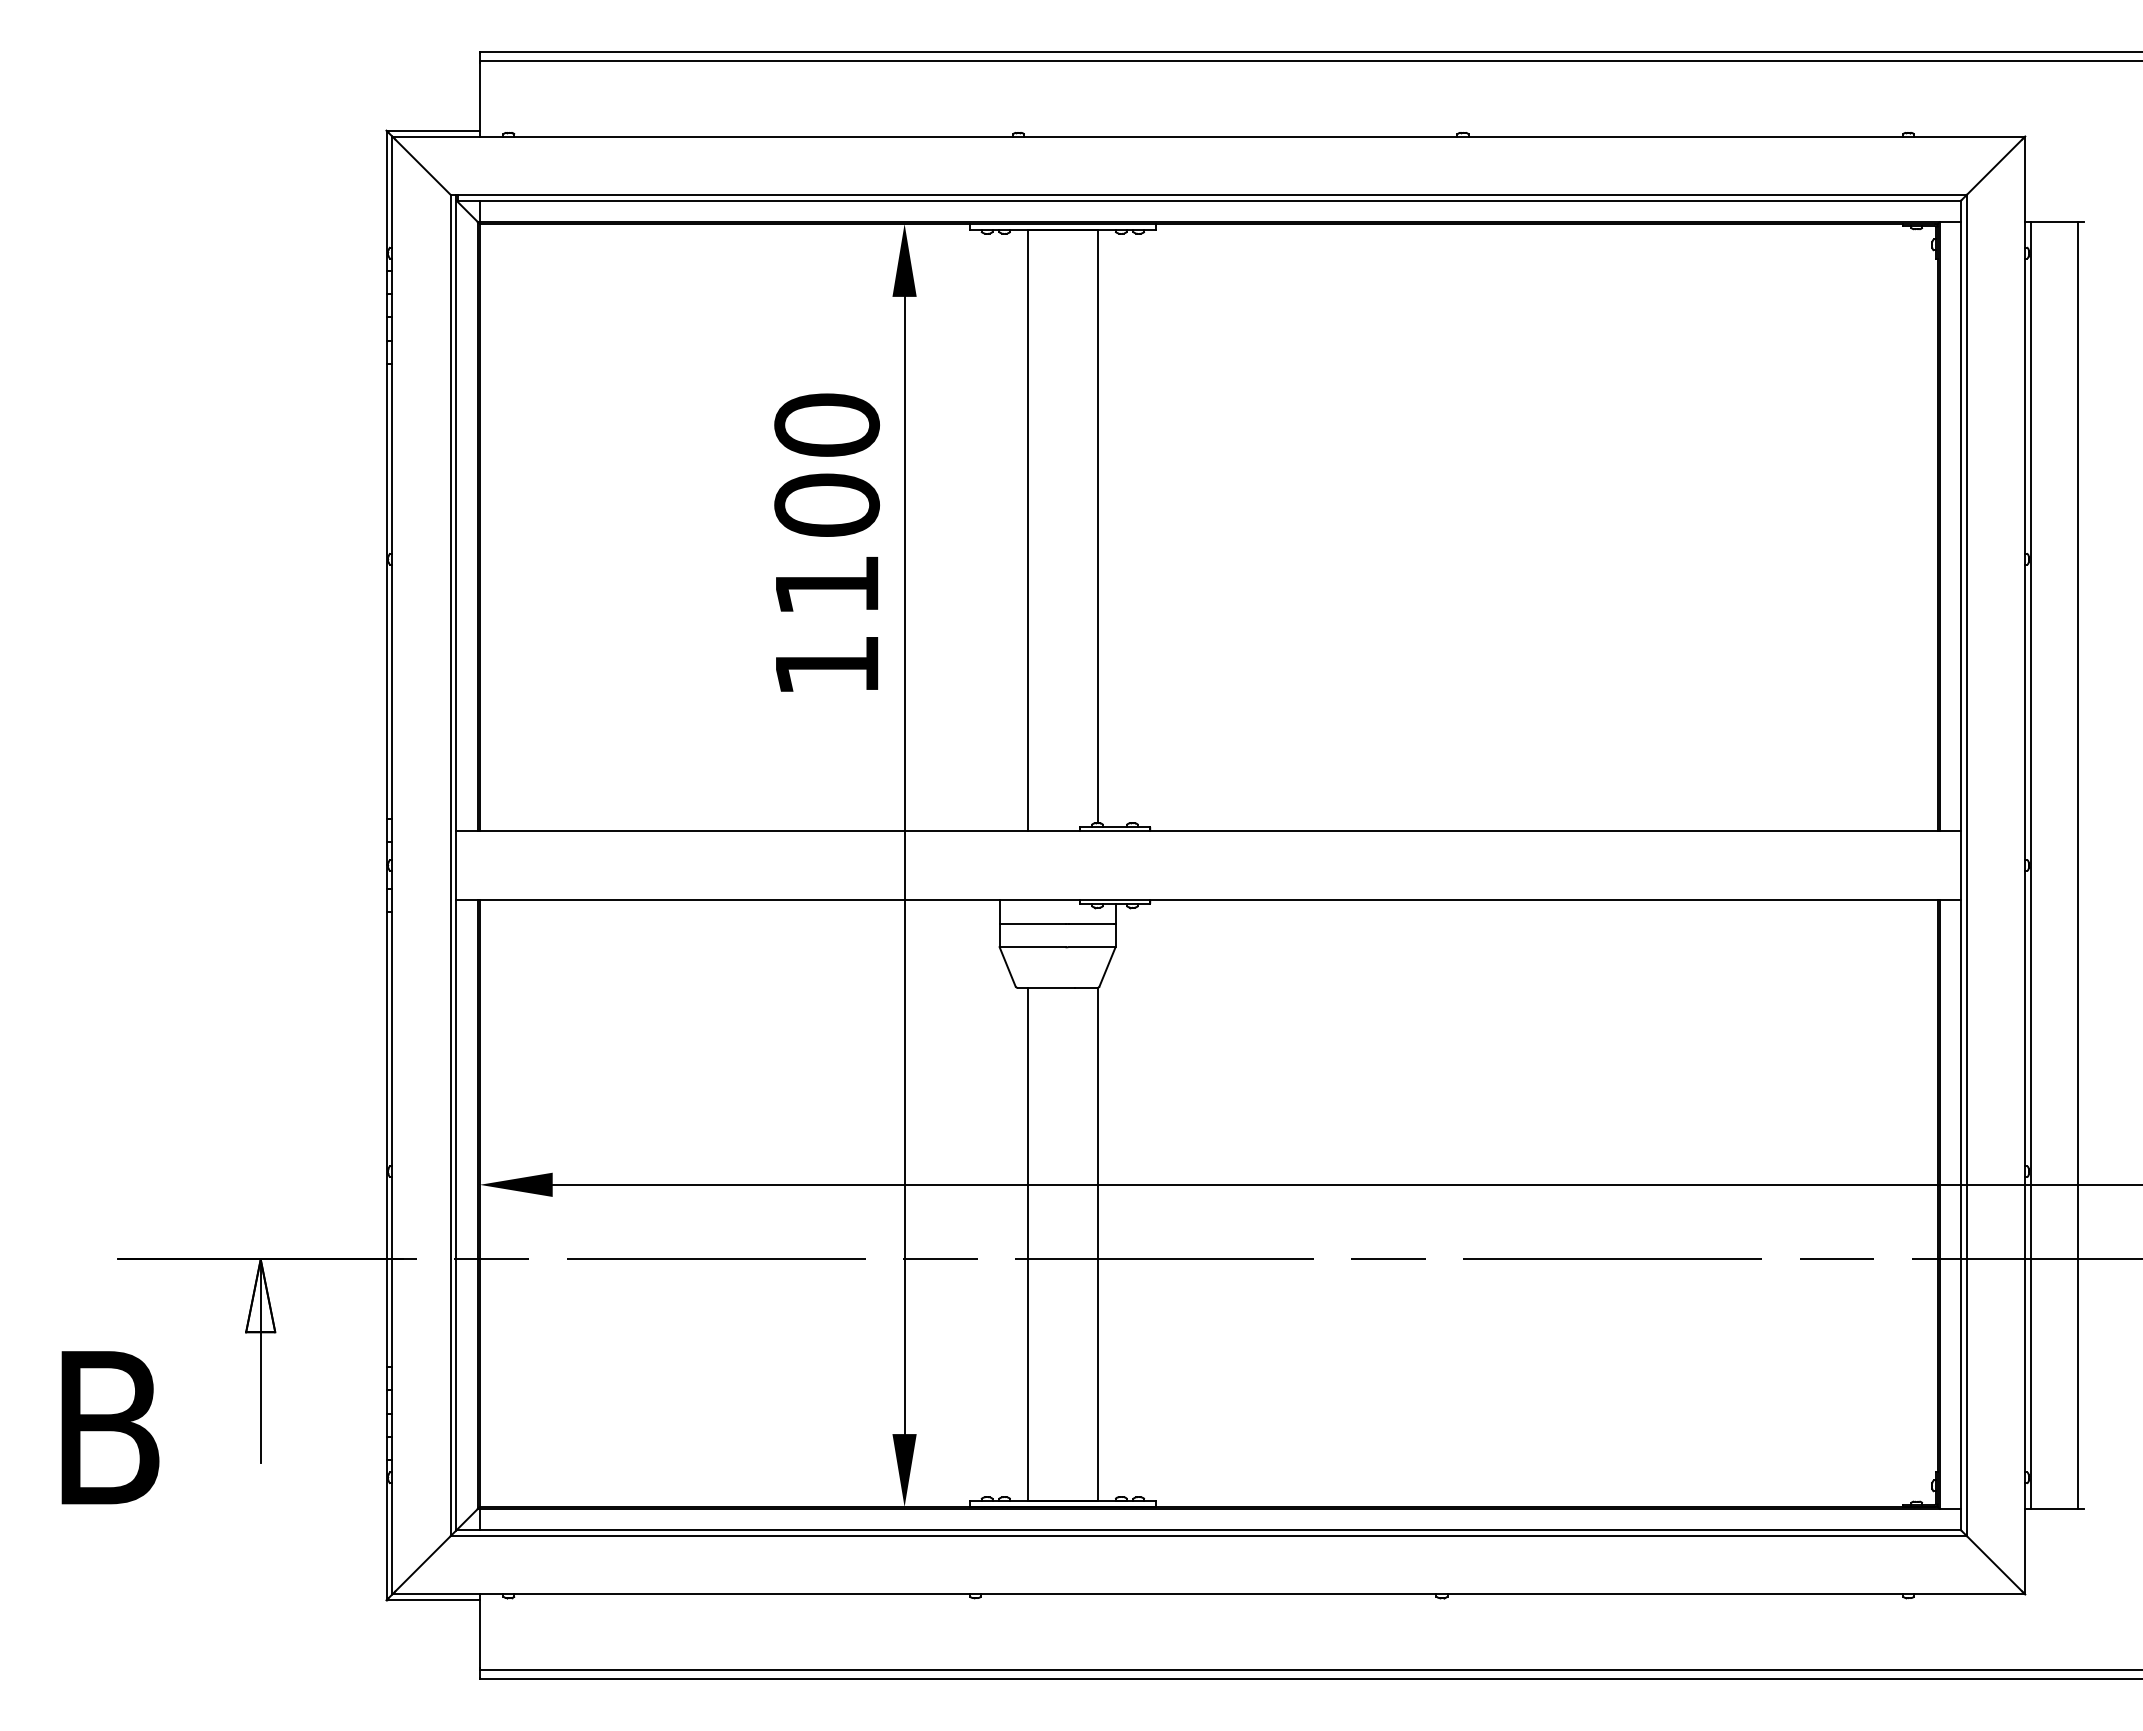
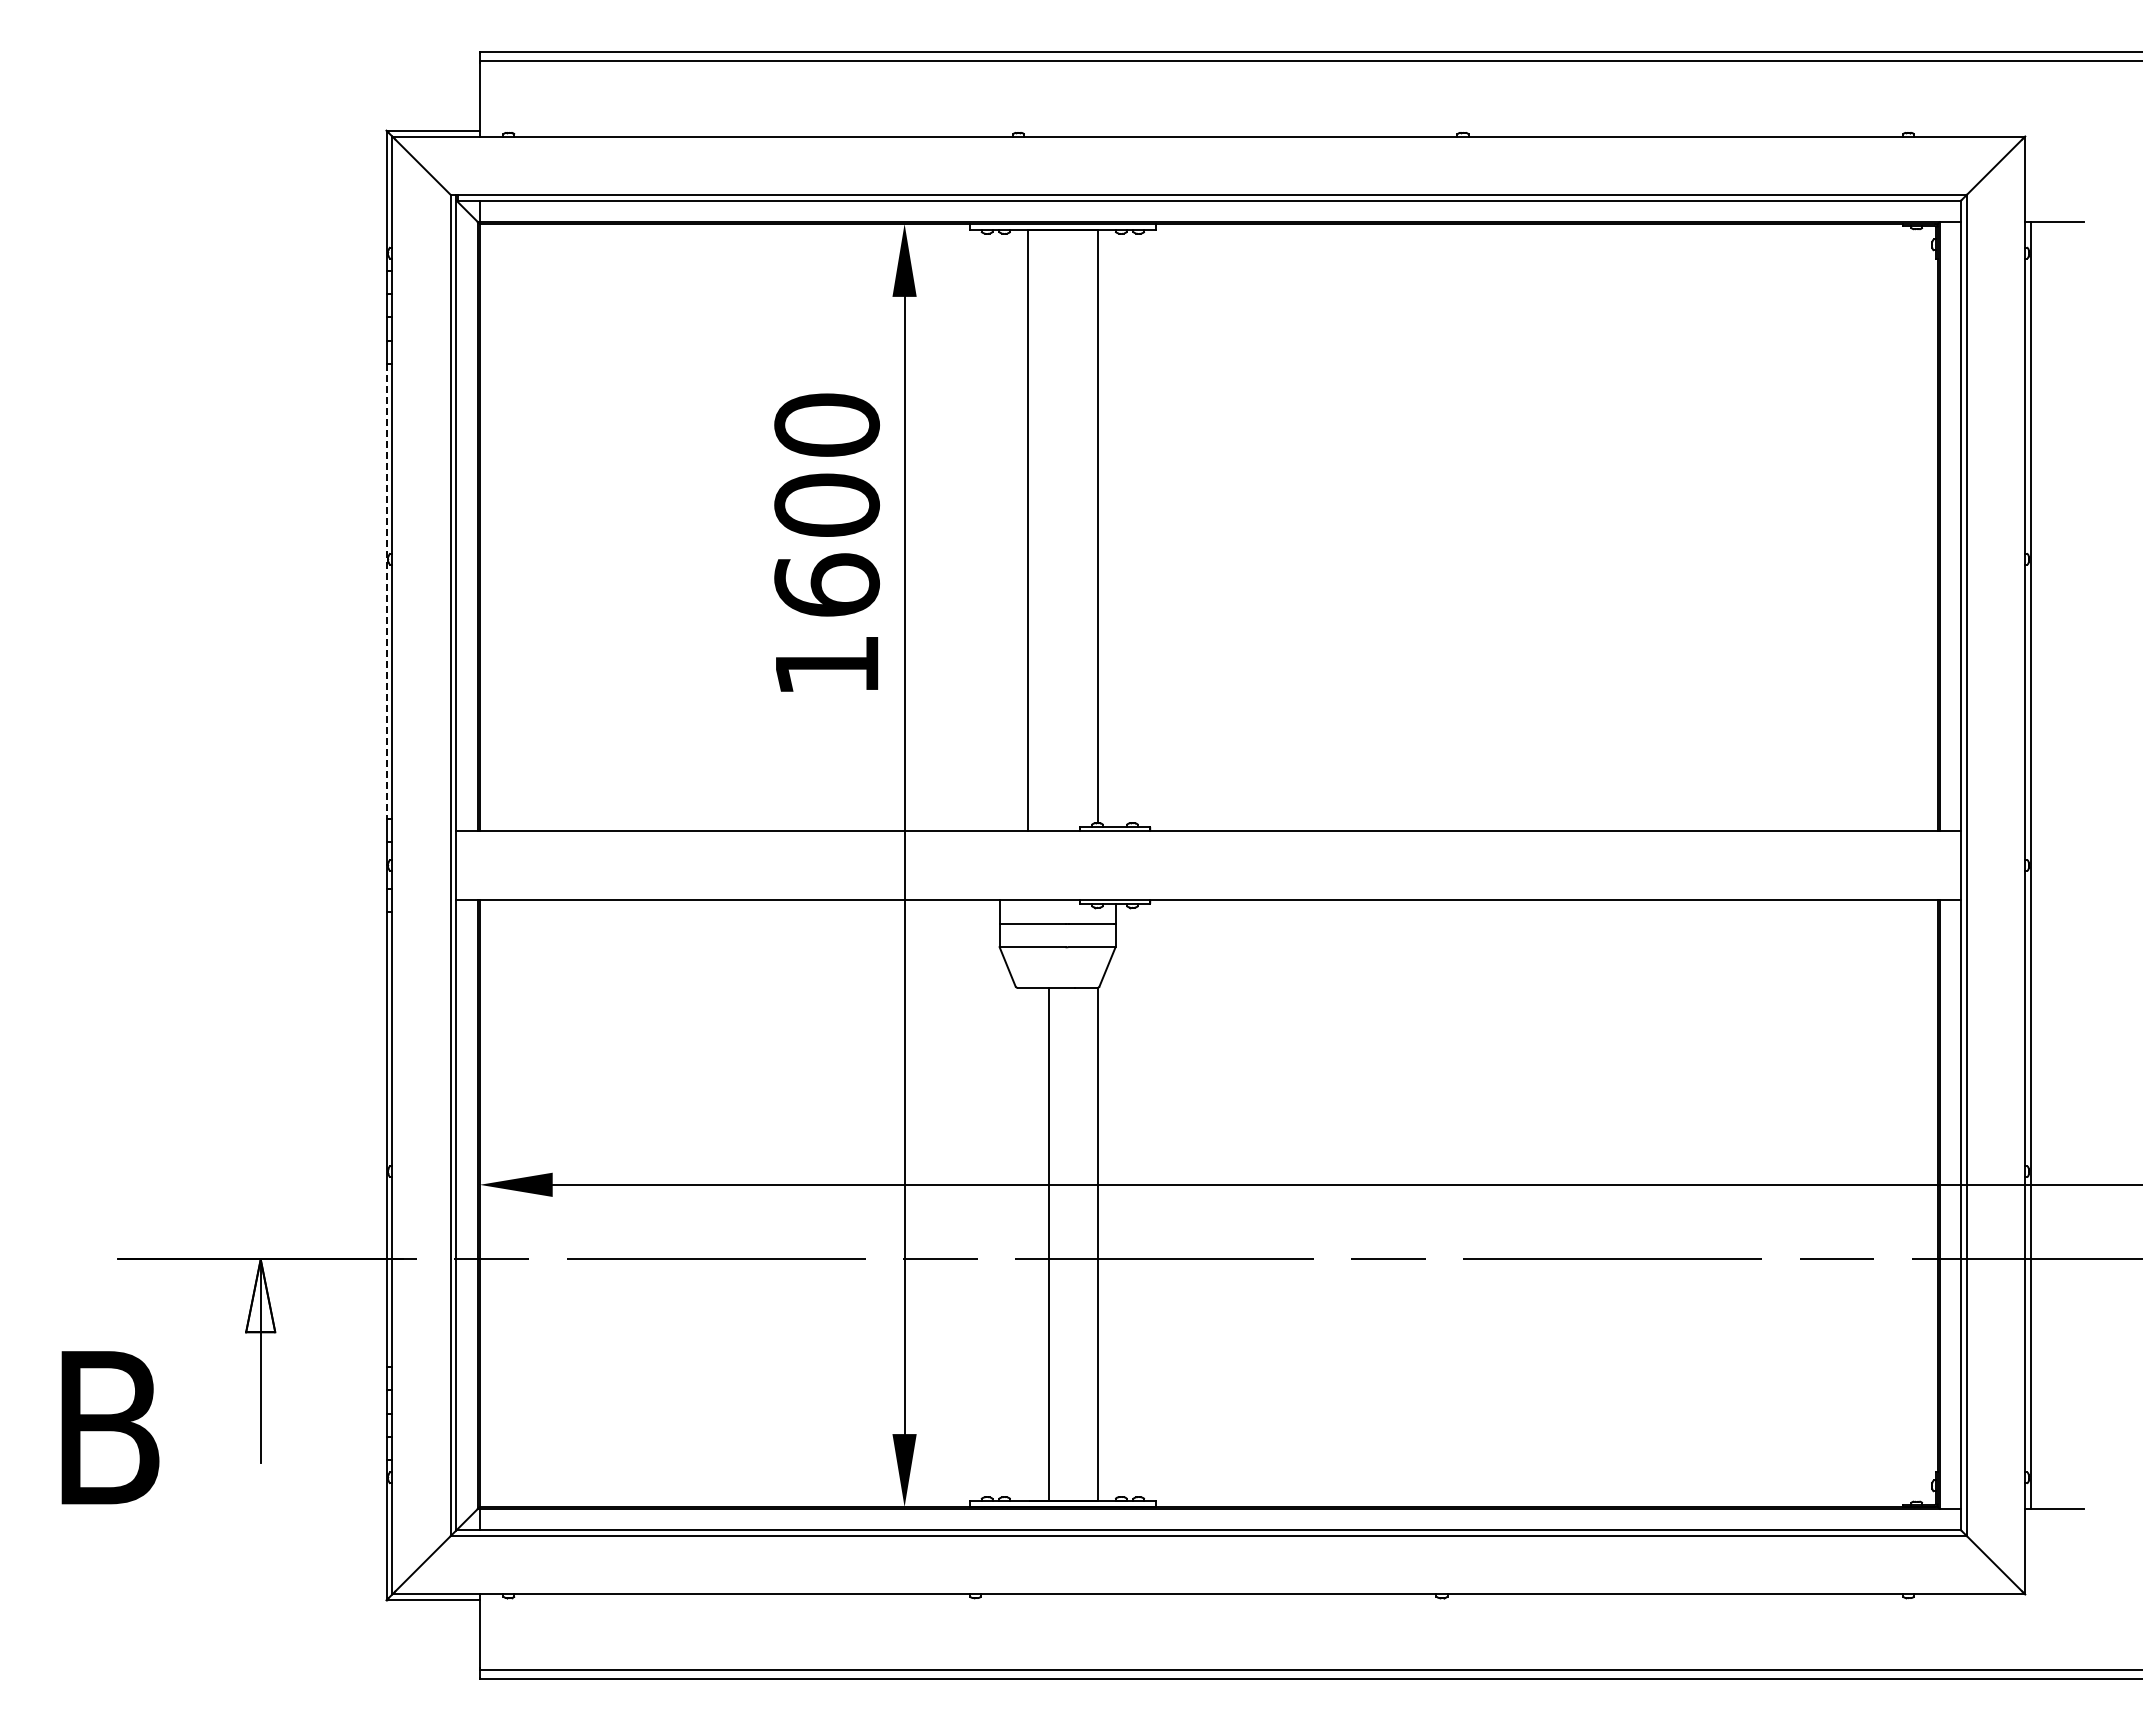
text at (826, 584): 1100 -> 1600
line at (386, 591): solid -> dashed
line at (2077, 865): present -> none
line at (1028, 1244) position: (1028, 1244) -> (1049, 1244)
